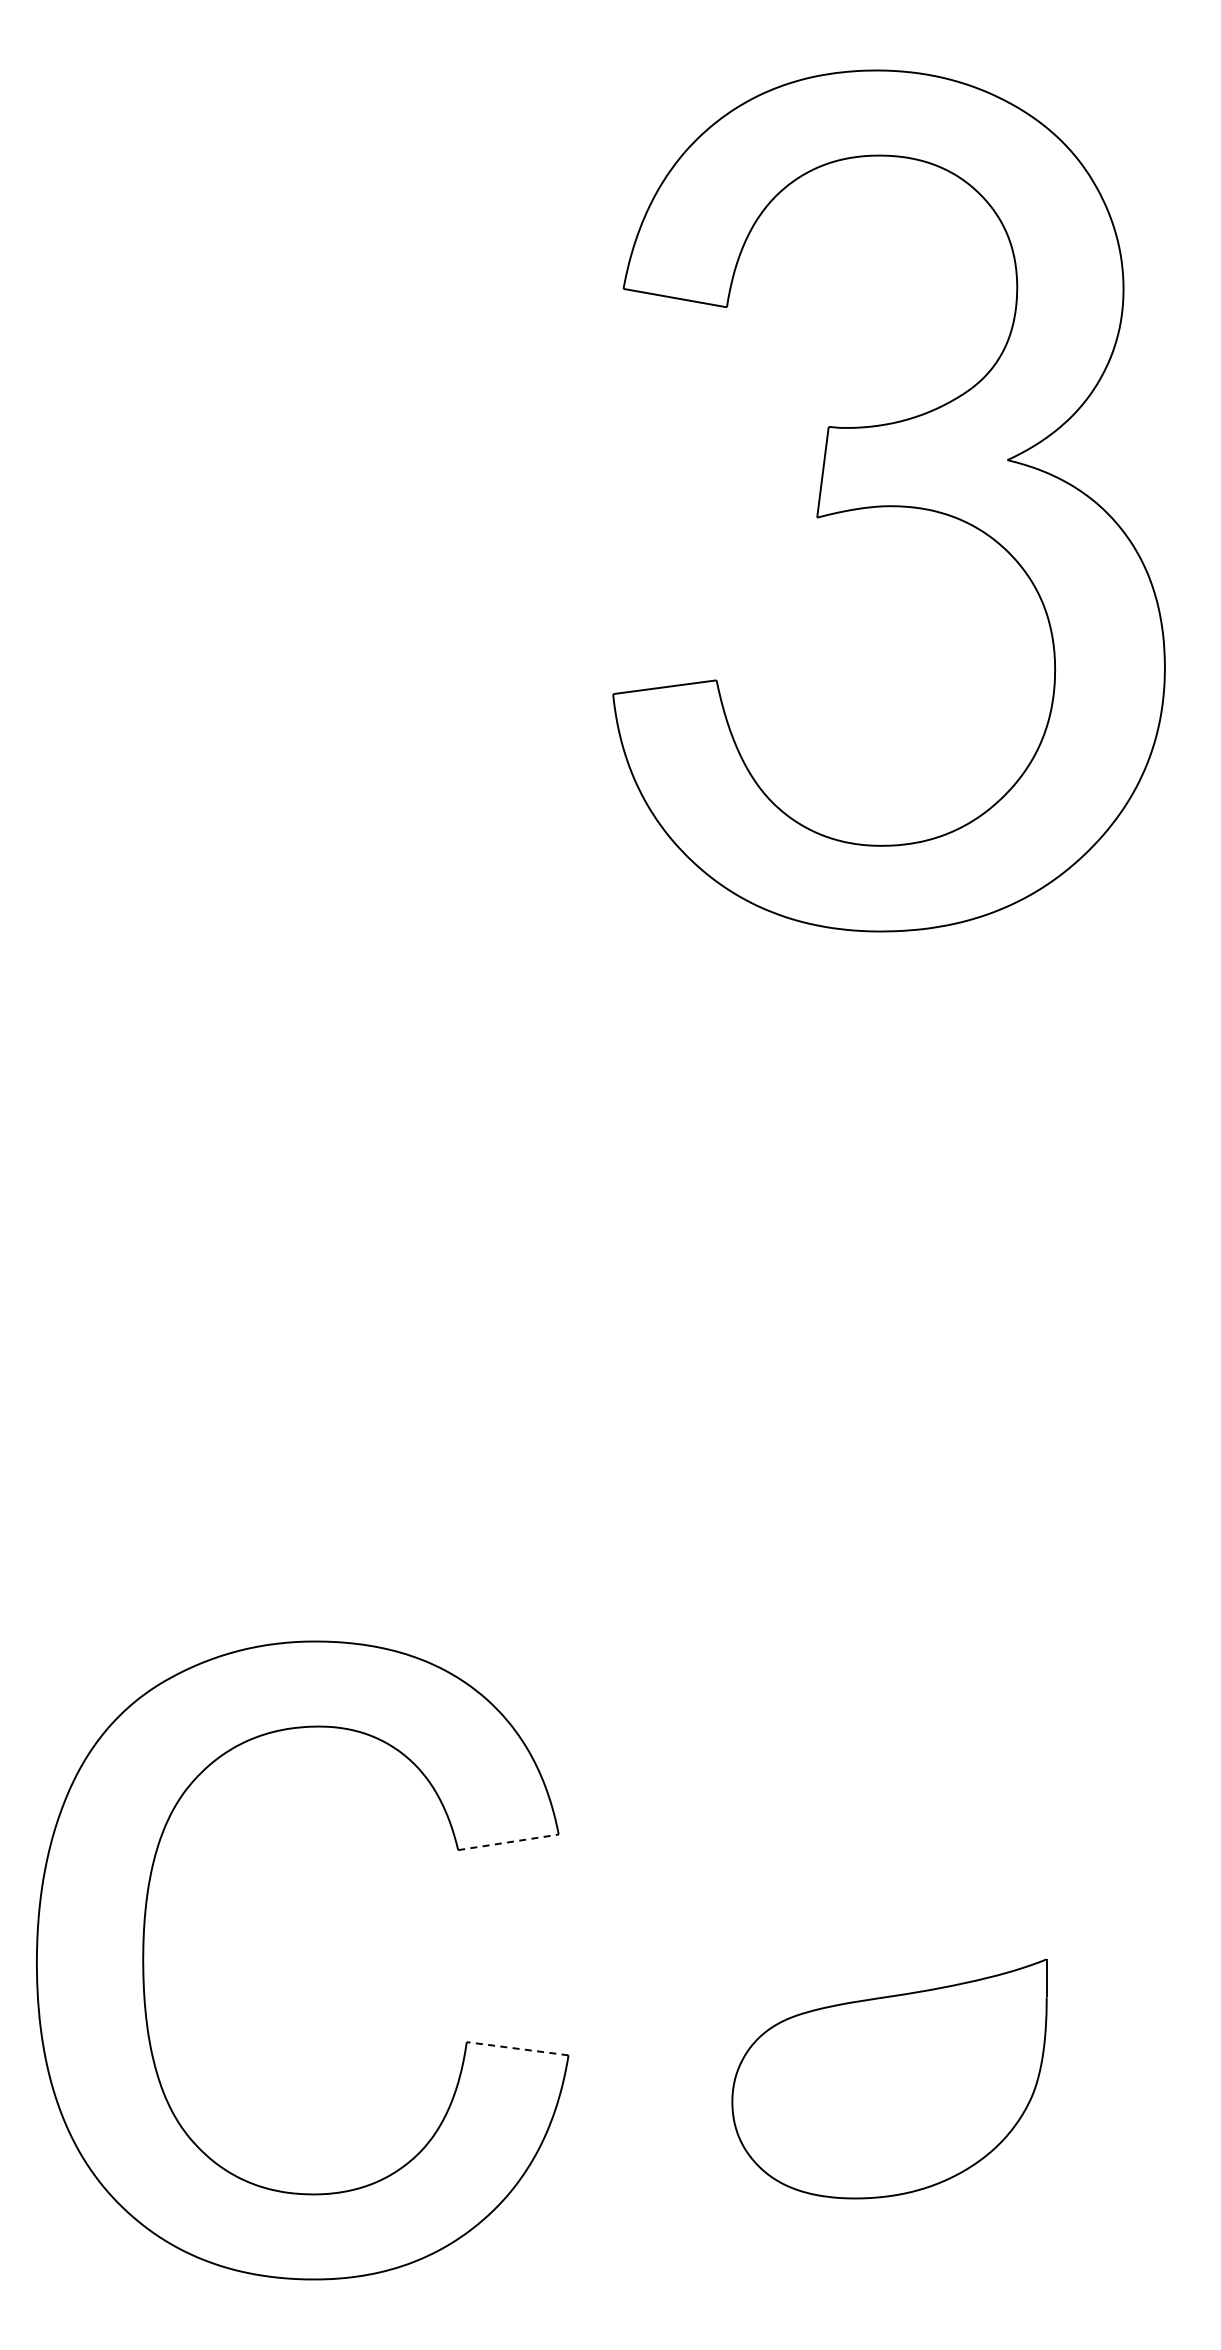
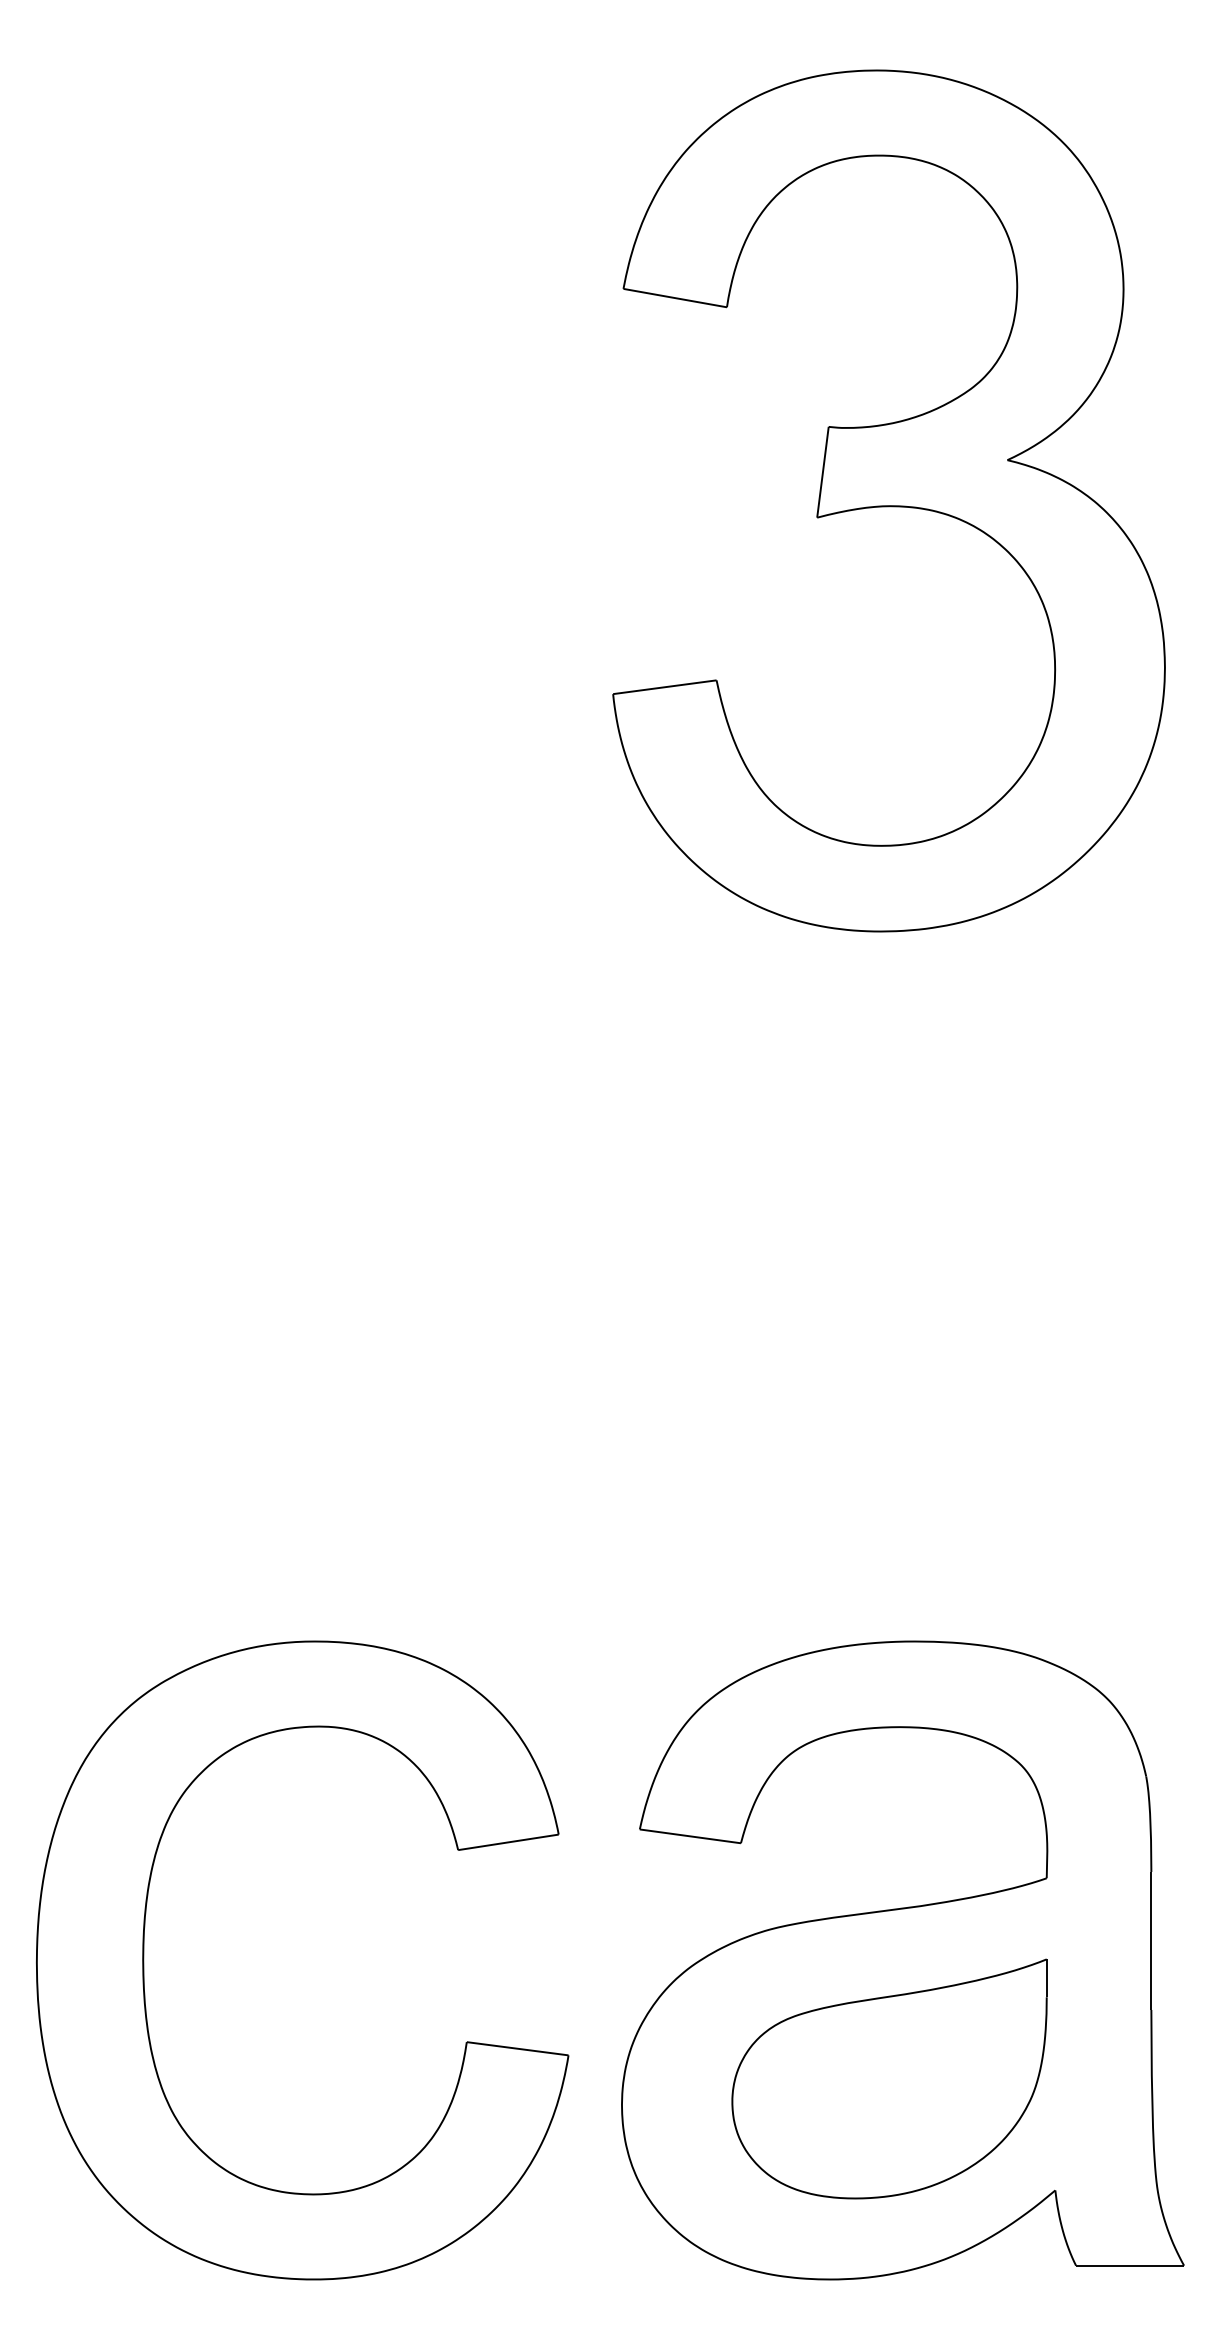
line at (508, 1842): dashed -> solid
part at (902, 1960): none -> present
line at (517, 2048): dashed -> solid
